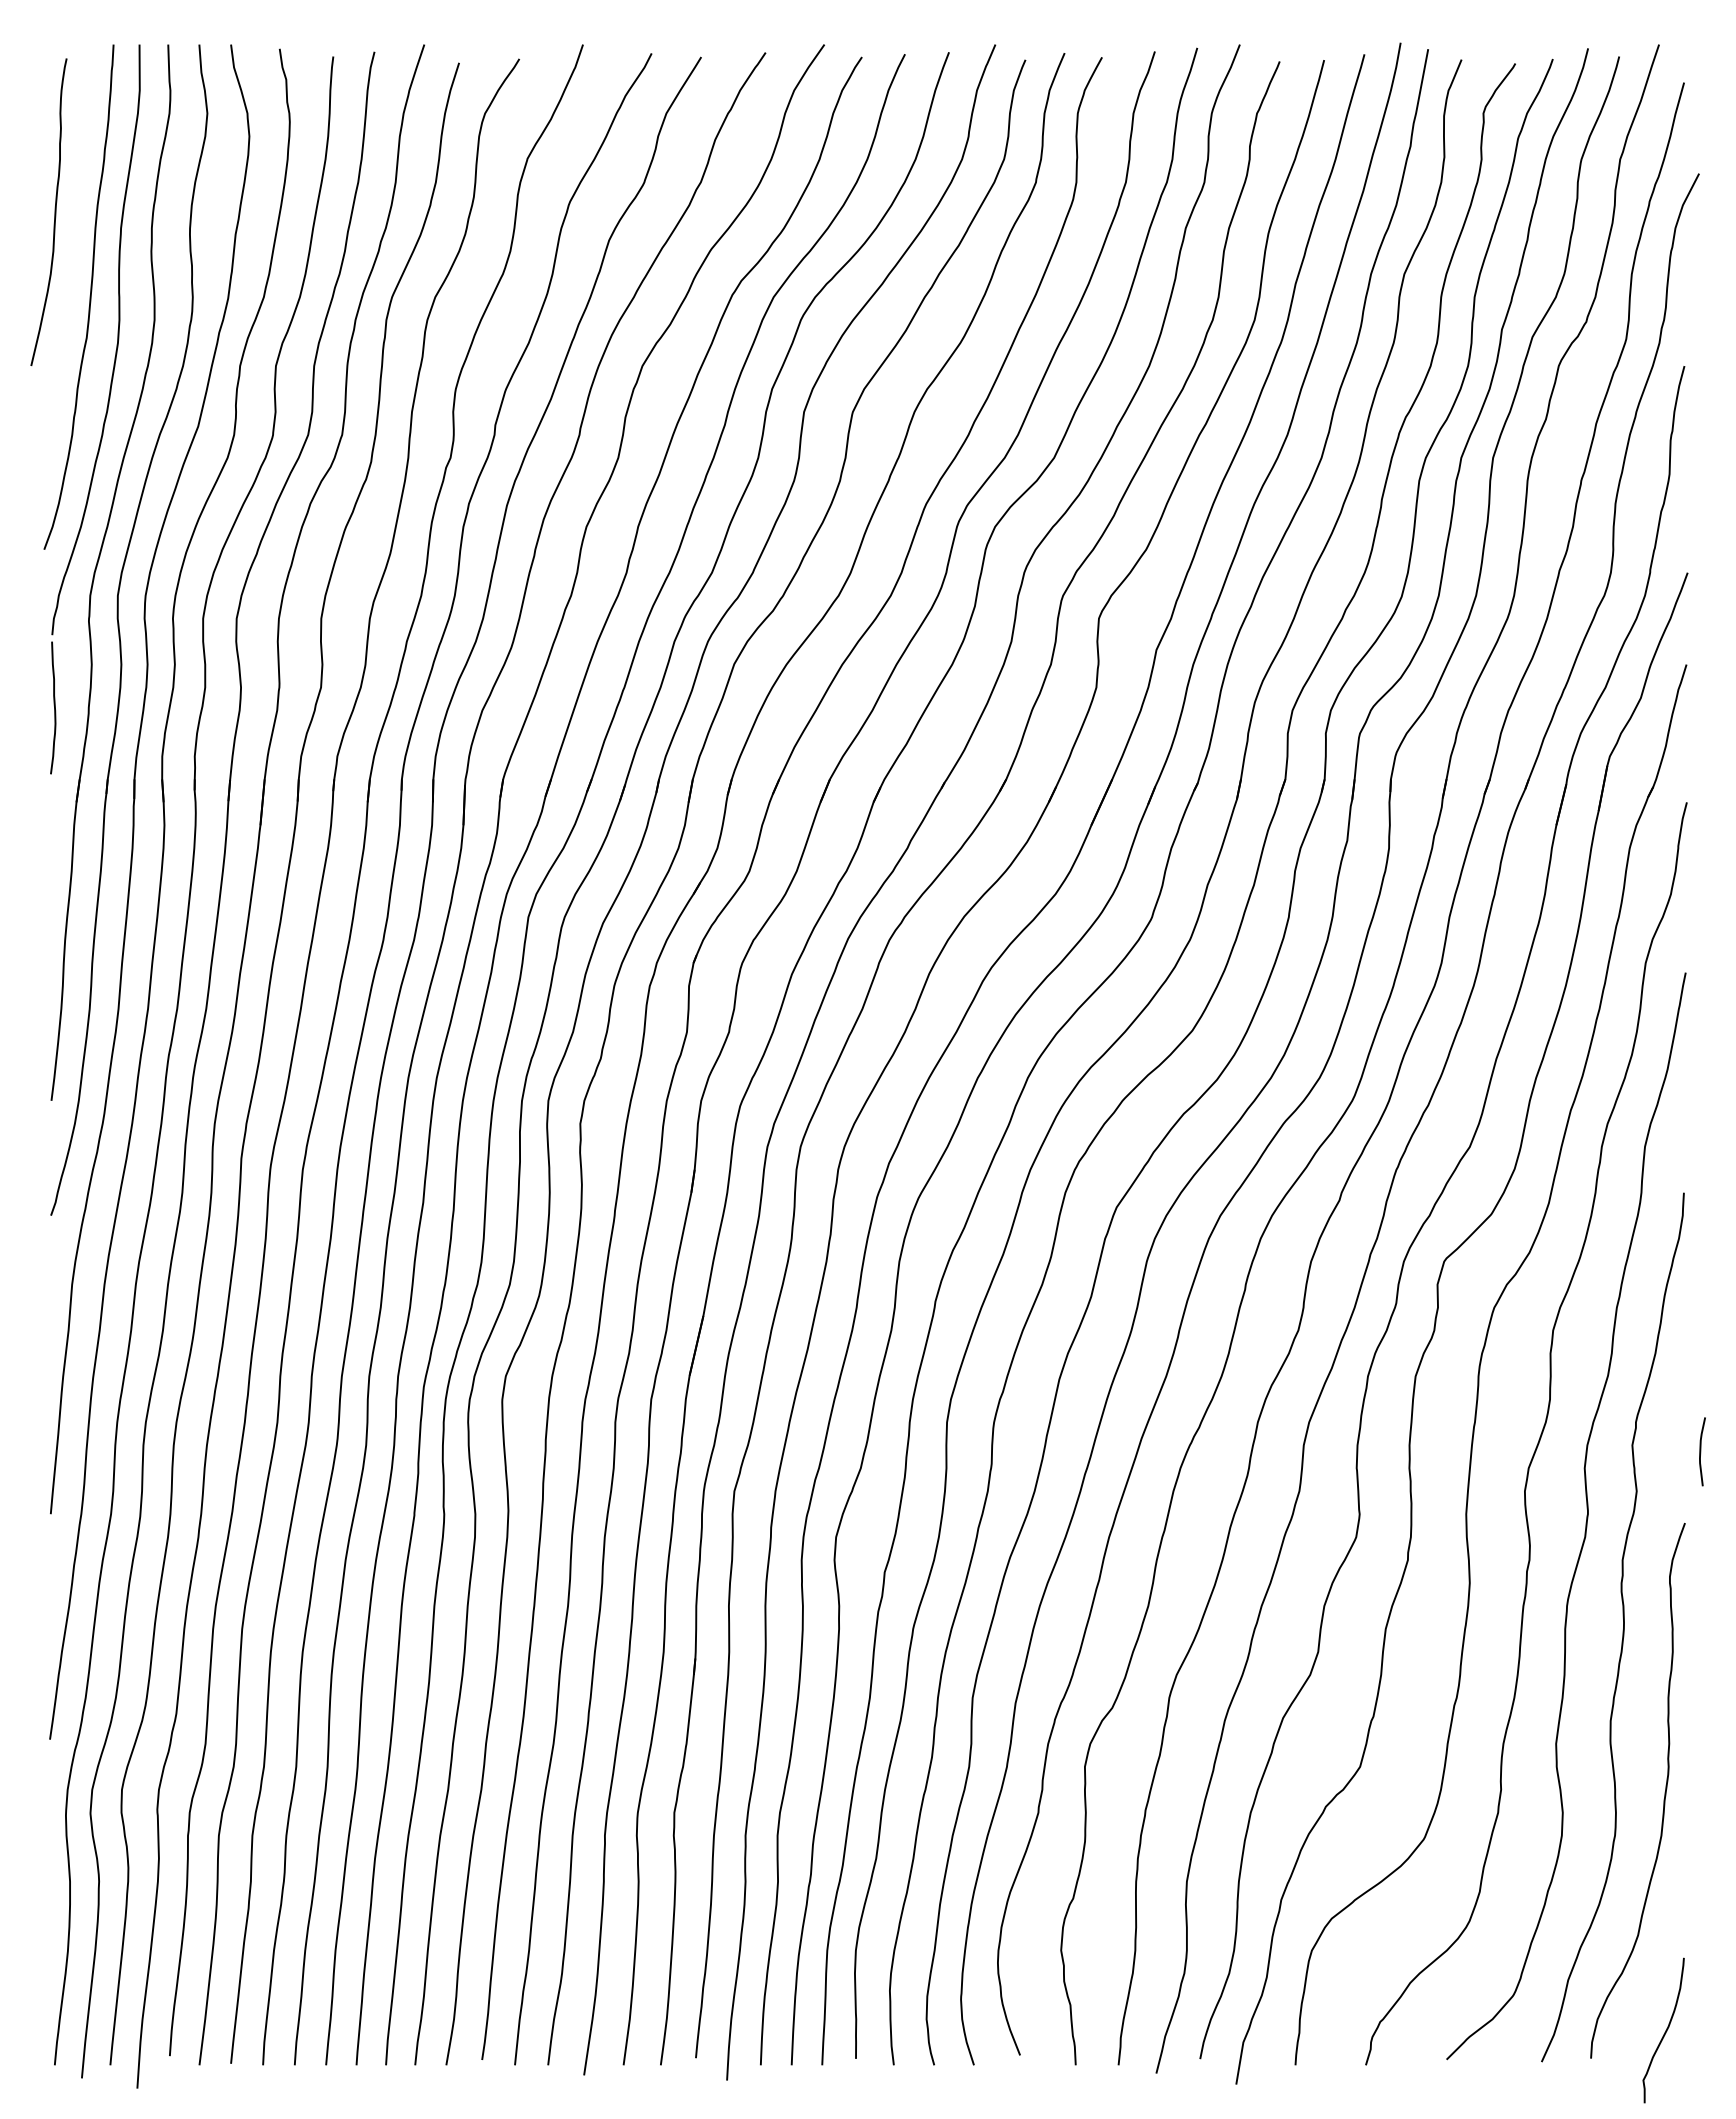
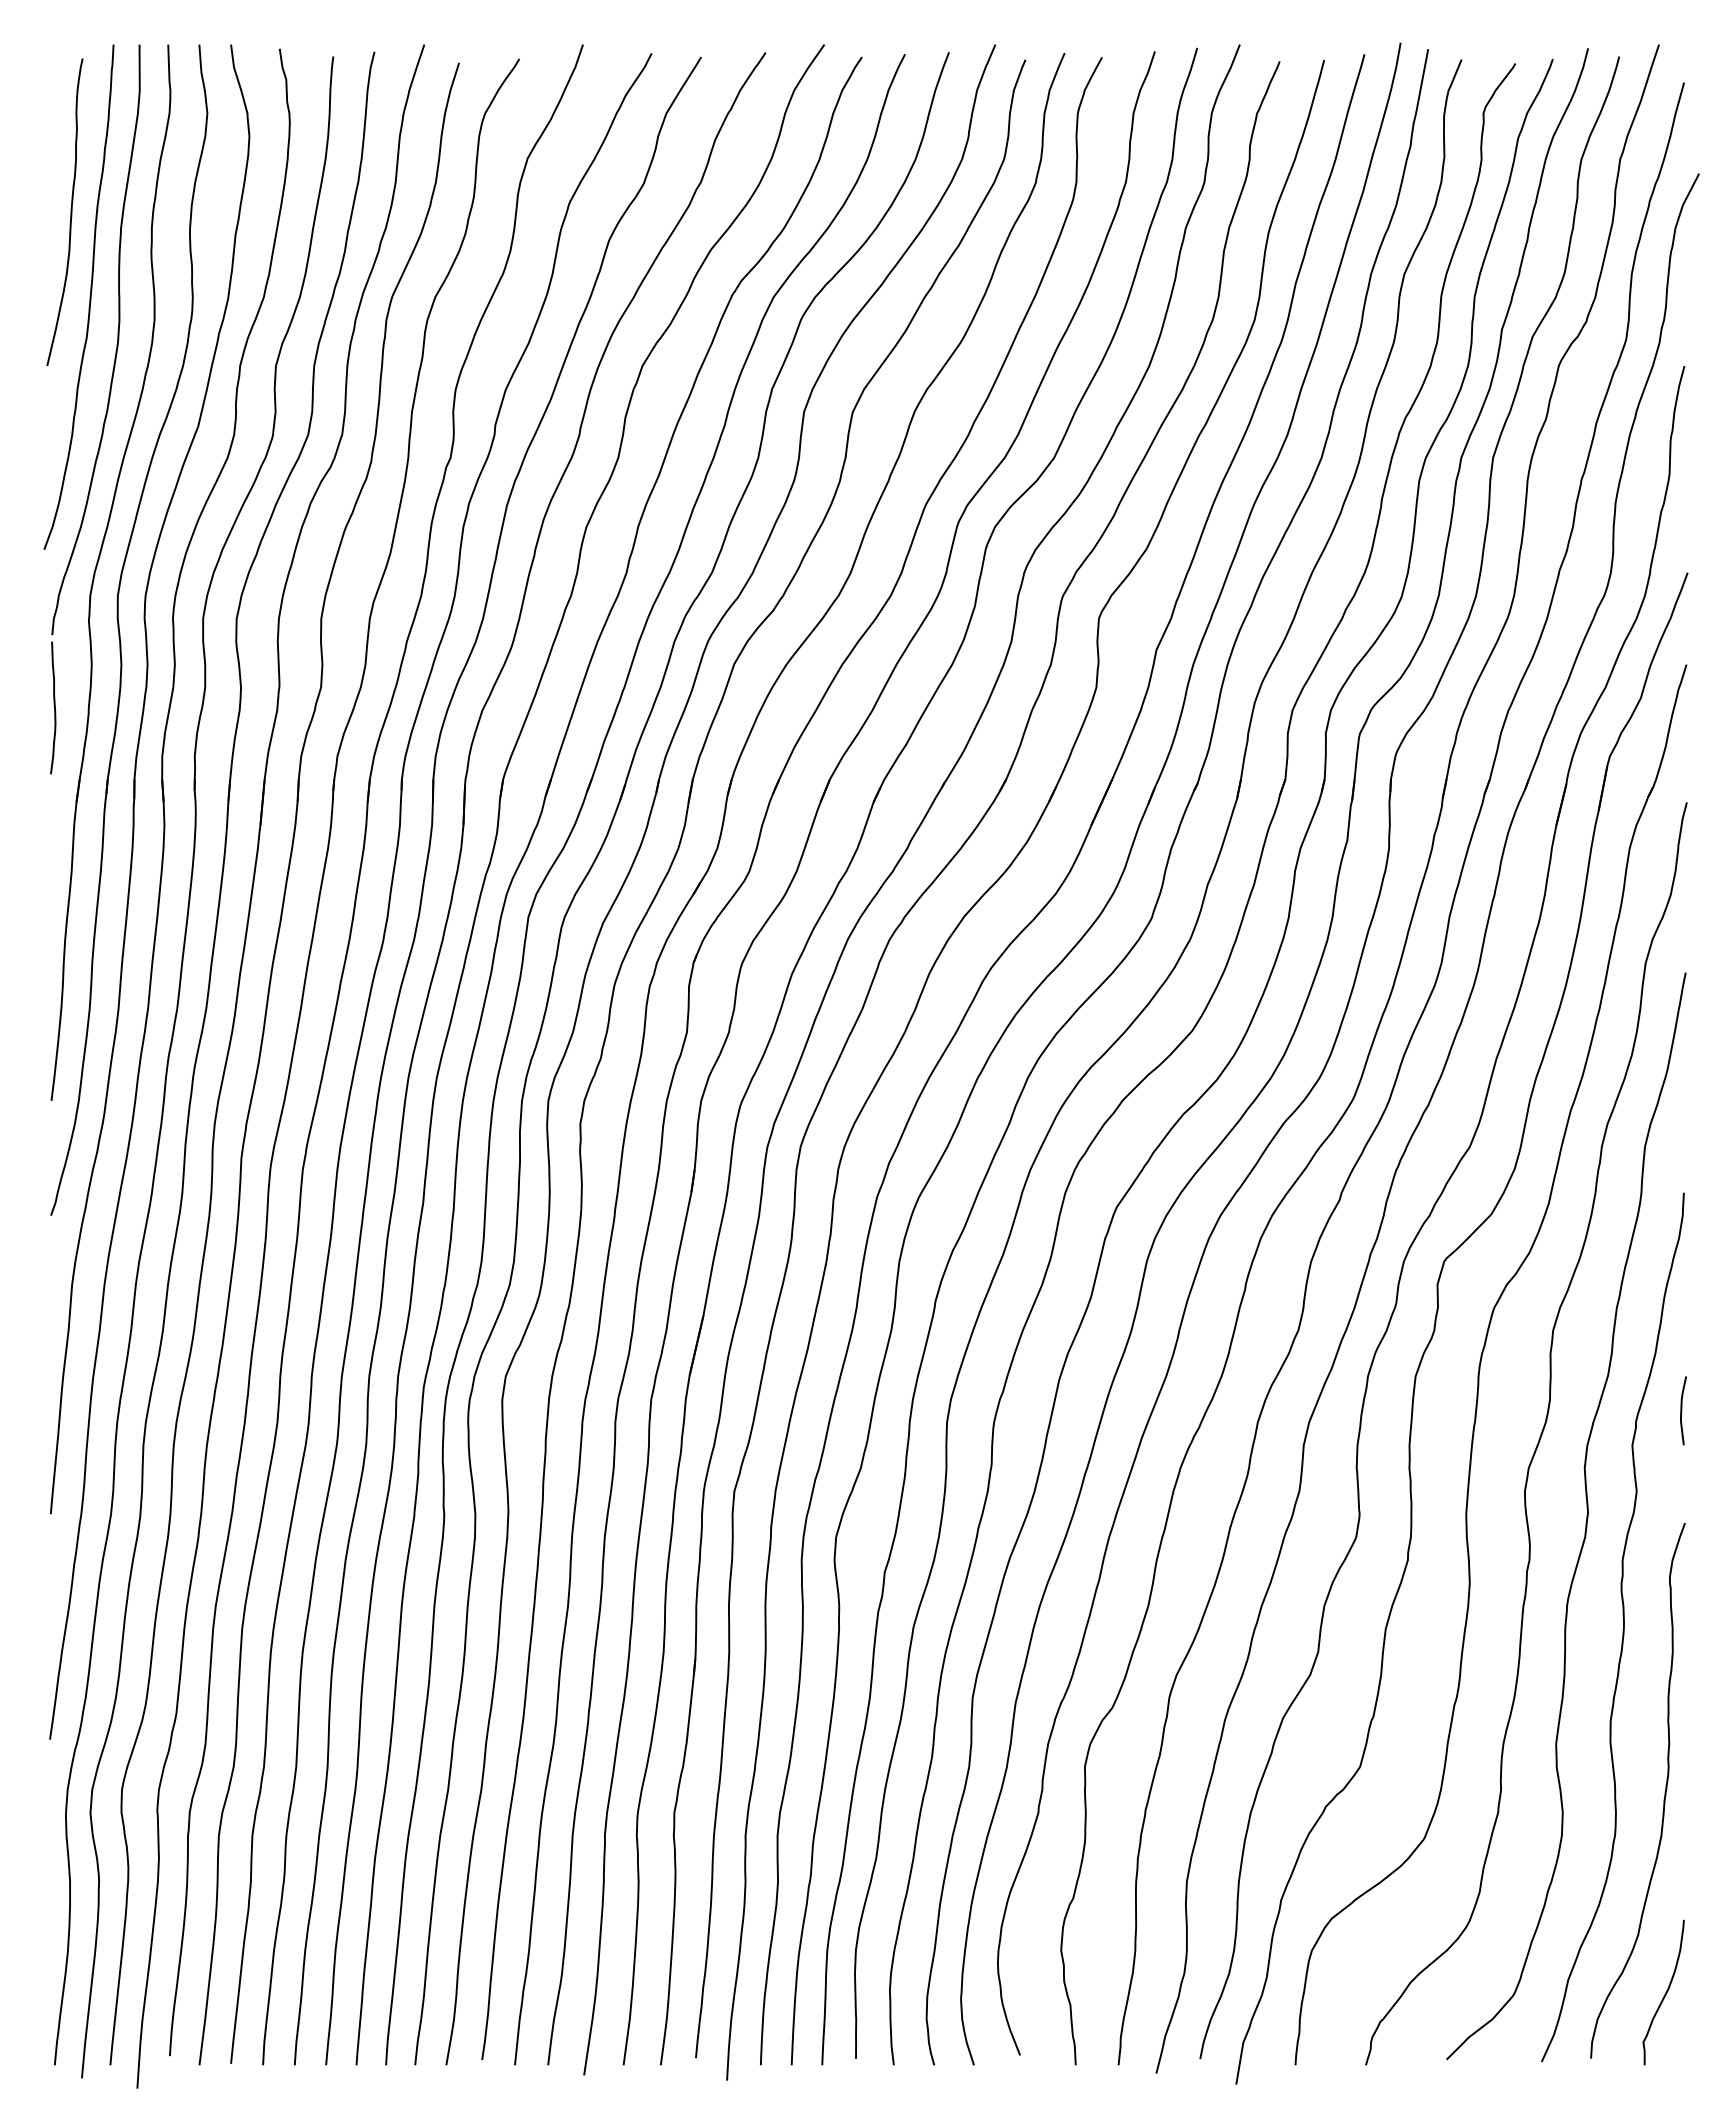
curve at (54, 211) position: (54, 211) -> (70, 211)
curve at (1701, 1451) position: (1701, 1451) -> (1682, 1410)
curve at (1665, 2030) position: (1665, 2030) -> (1665, 1992)
